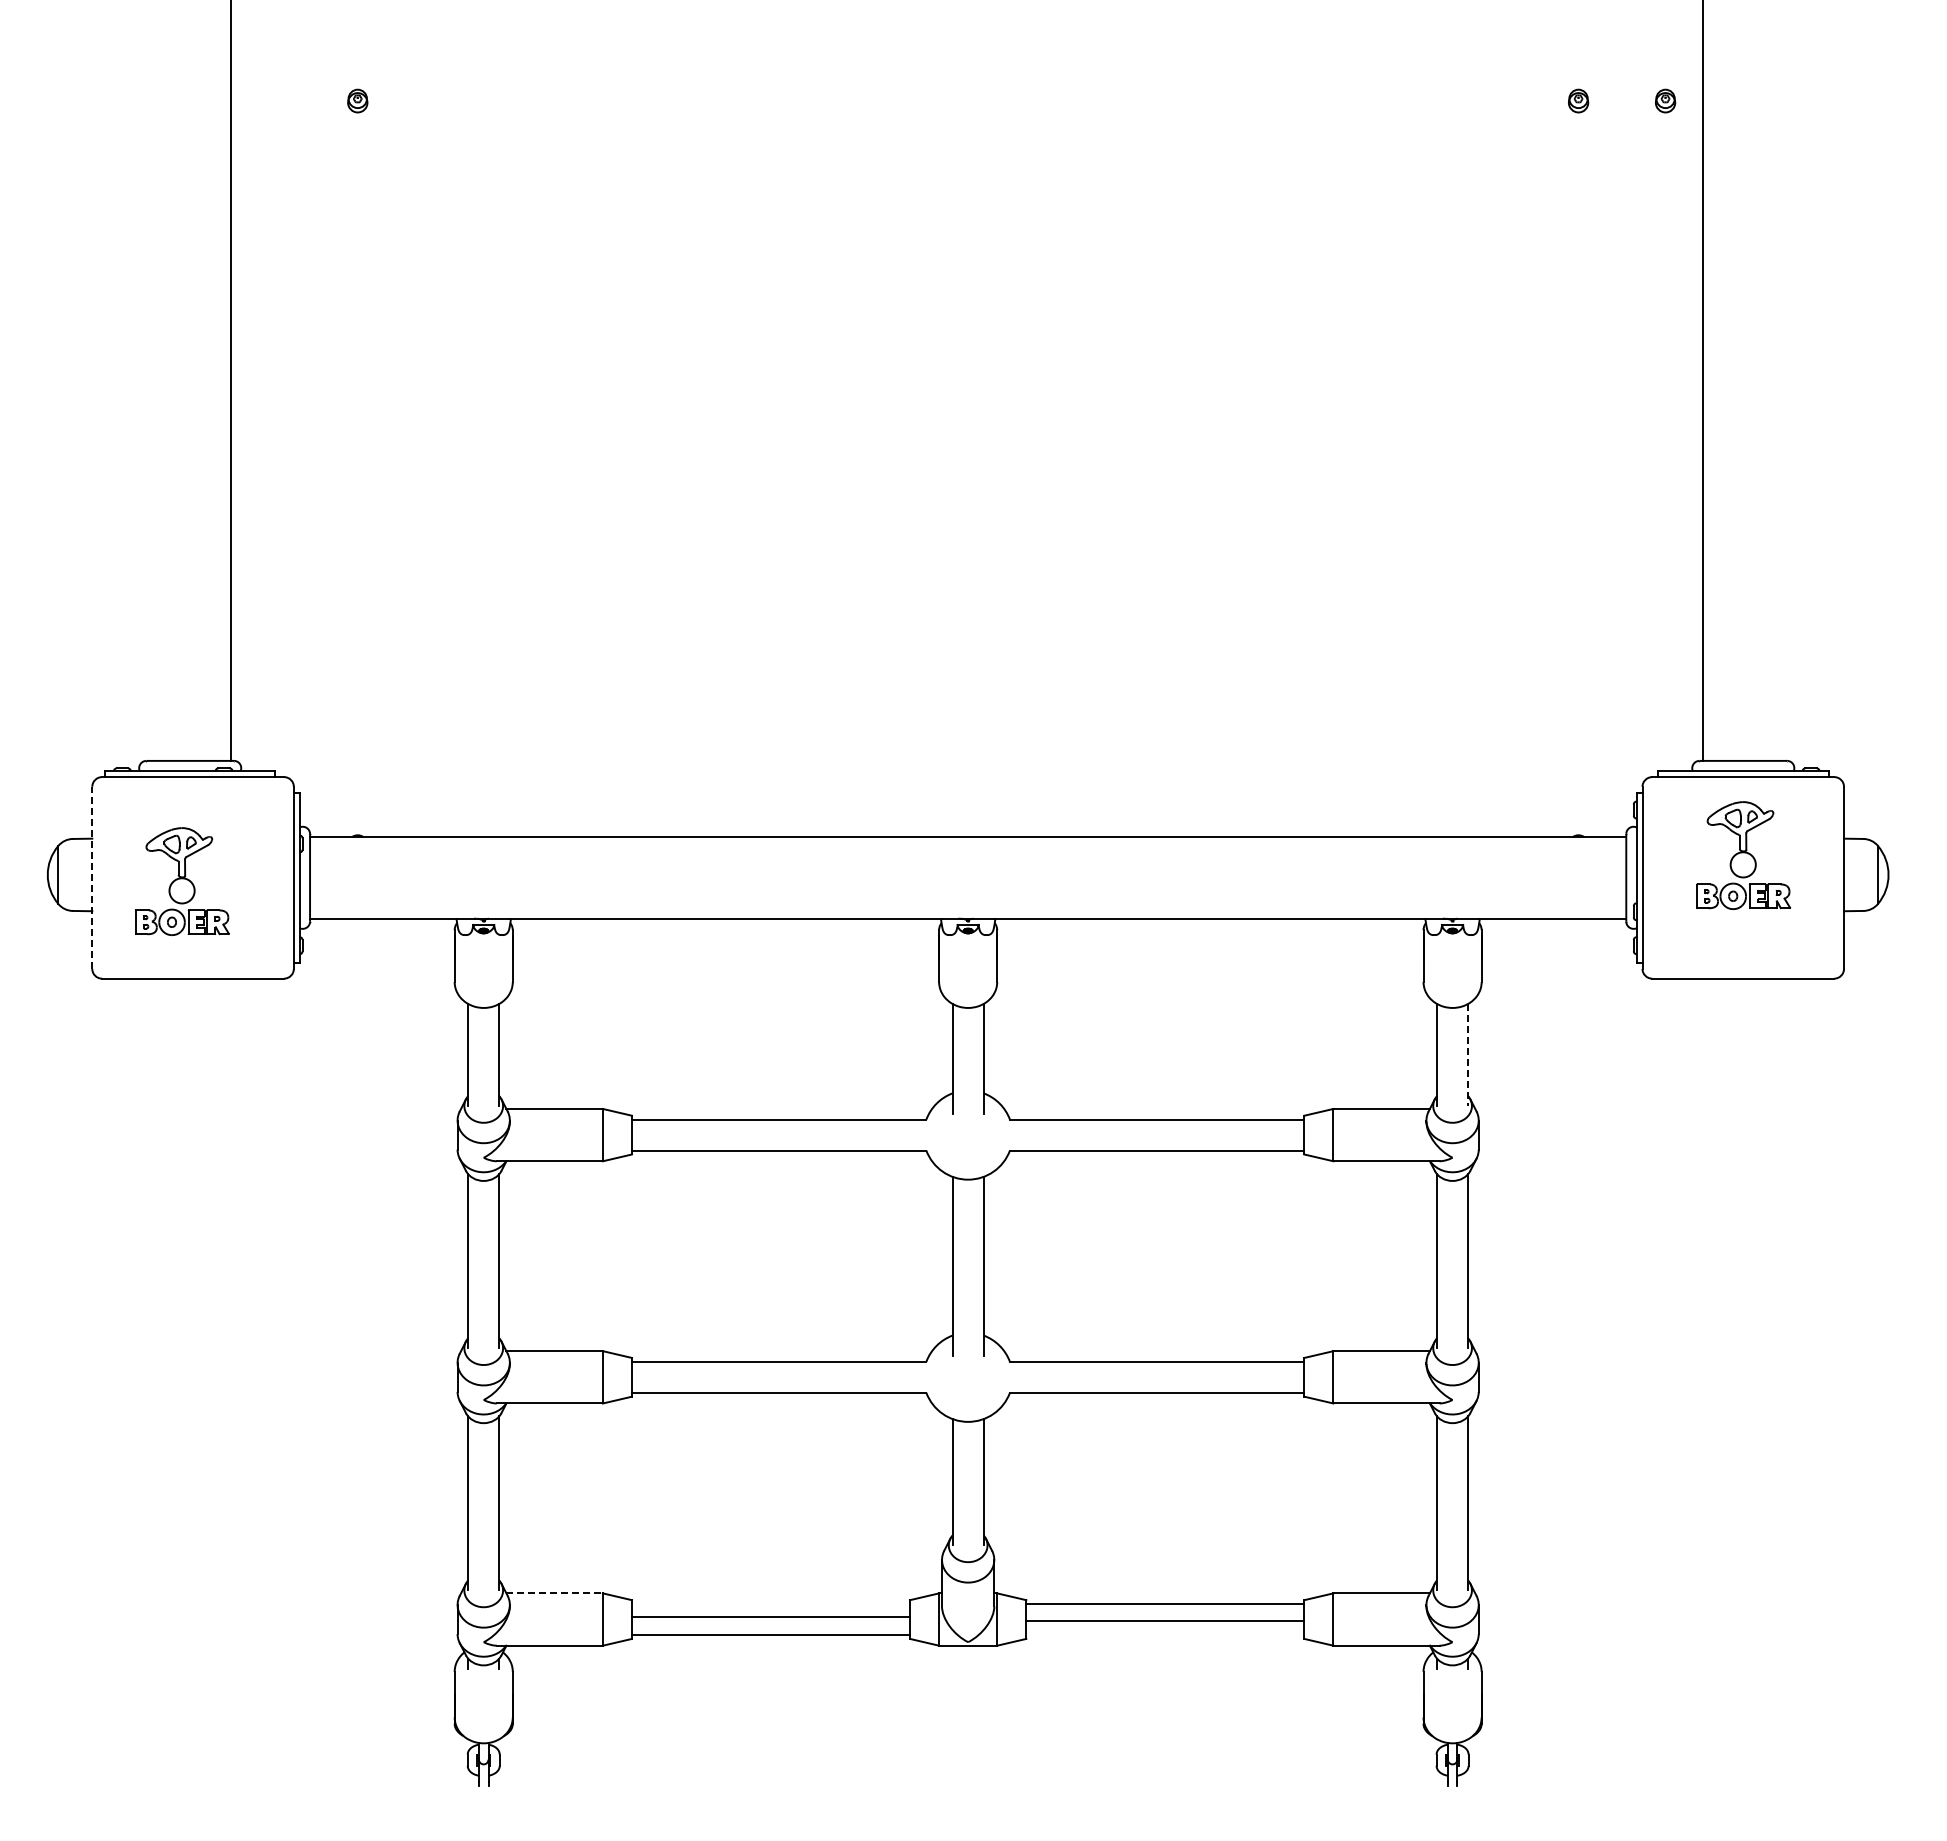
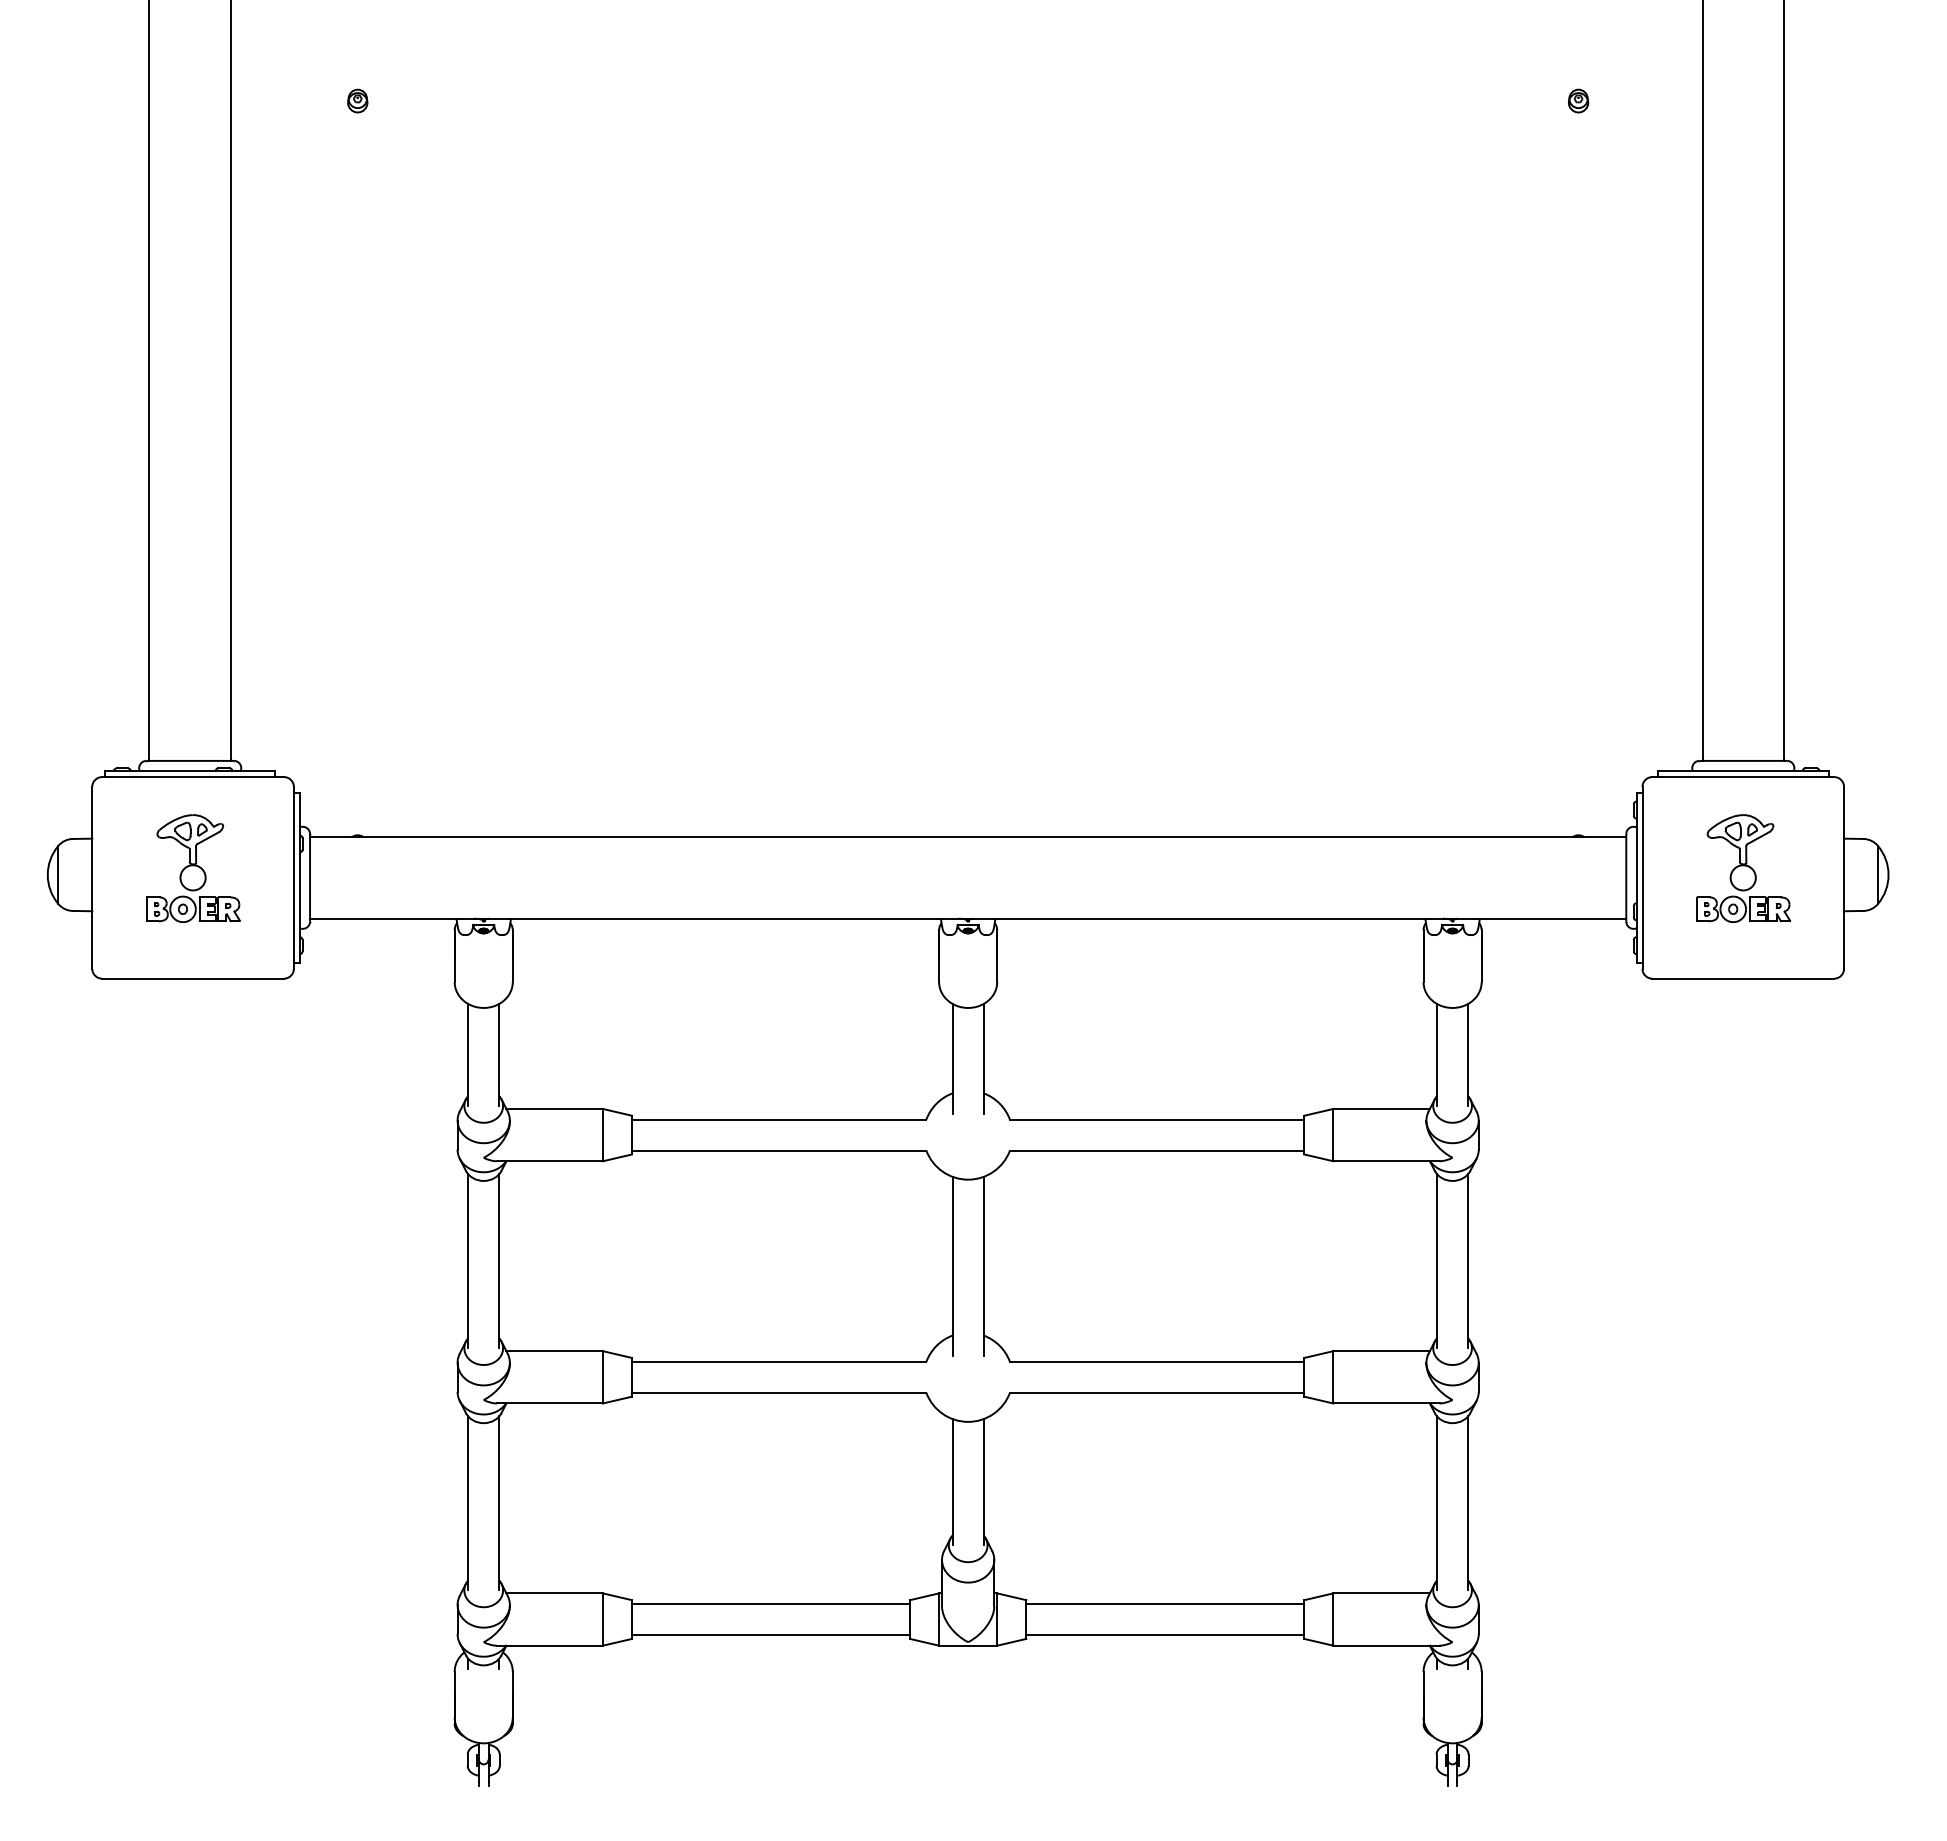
part at (1665, 100): present -> none
line at (149, 381): none -> present
line at (1783, 381): none -> present
part at (1743, 855) position: (1743, 855) -> (1743, 868)
line at (92, 877): dashed -> solid
part at (182, 881) position: (182, 881) -> (193, 868)
line at (1468, 1055): dashed -> solid
line at (555, 1593): dashed -> solid
line at (770, 1617) position: (770, 1617) -> (770, 1604)
line at (1165, 1621) position: (1165, 1621) -> (1165, 1635)
